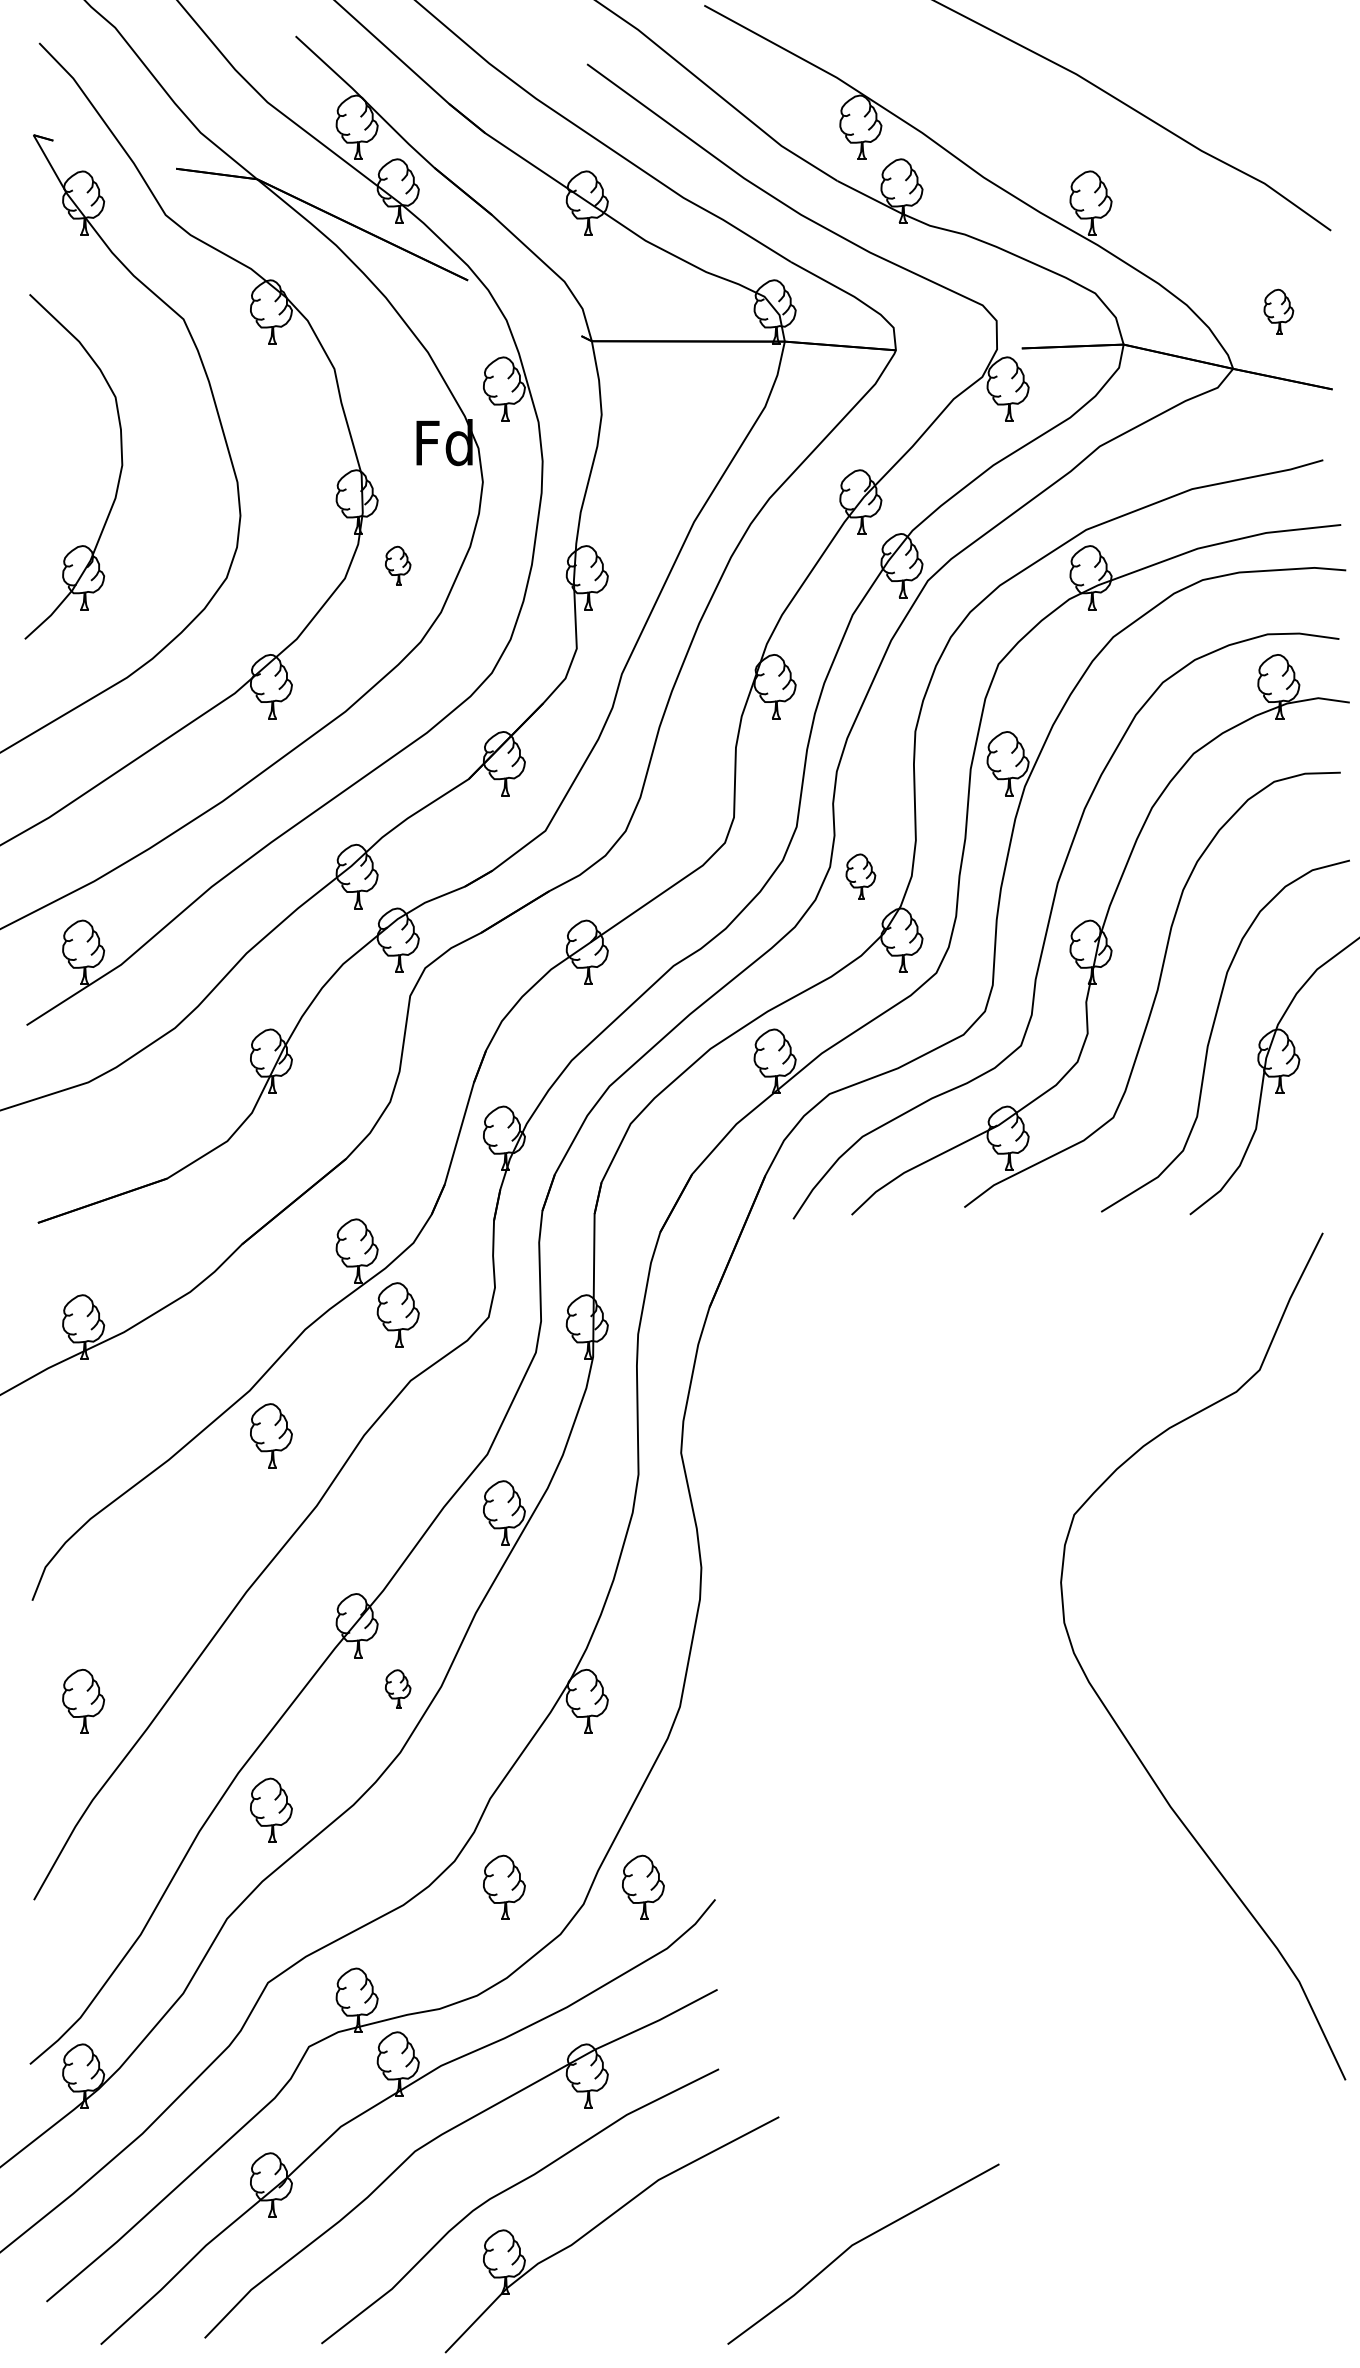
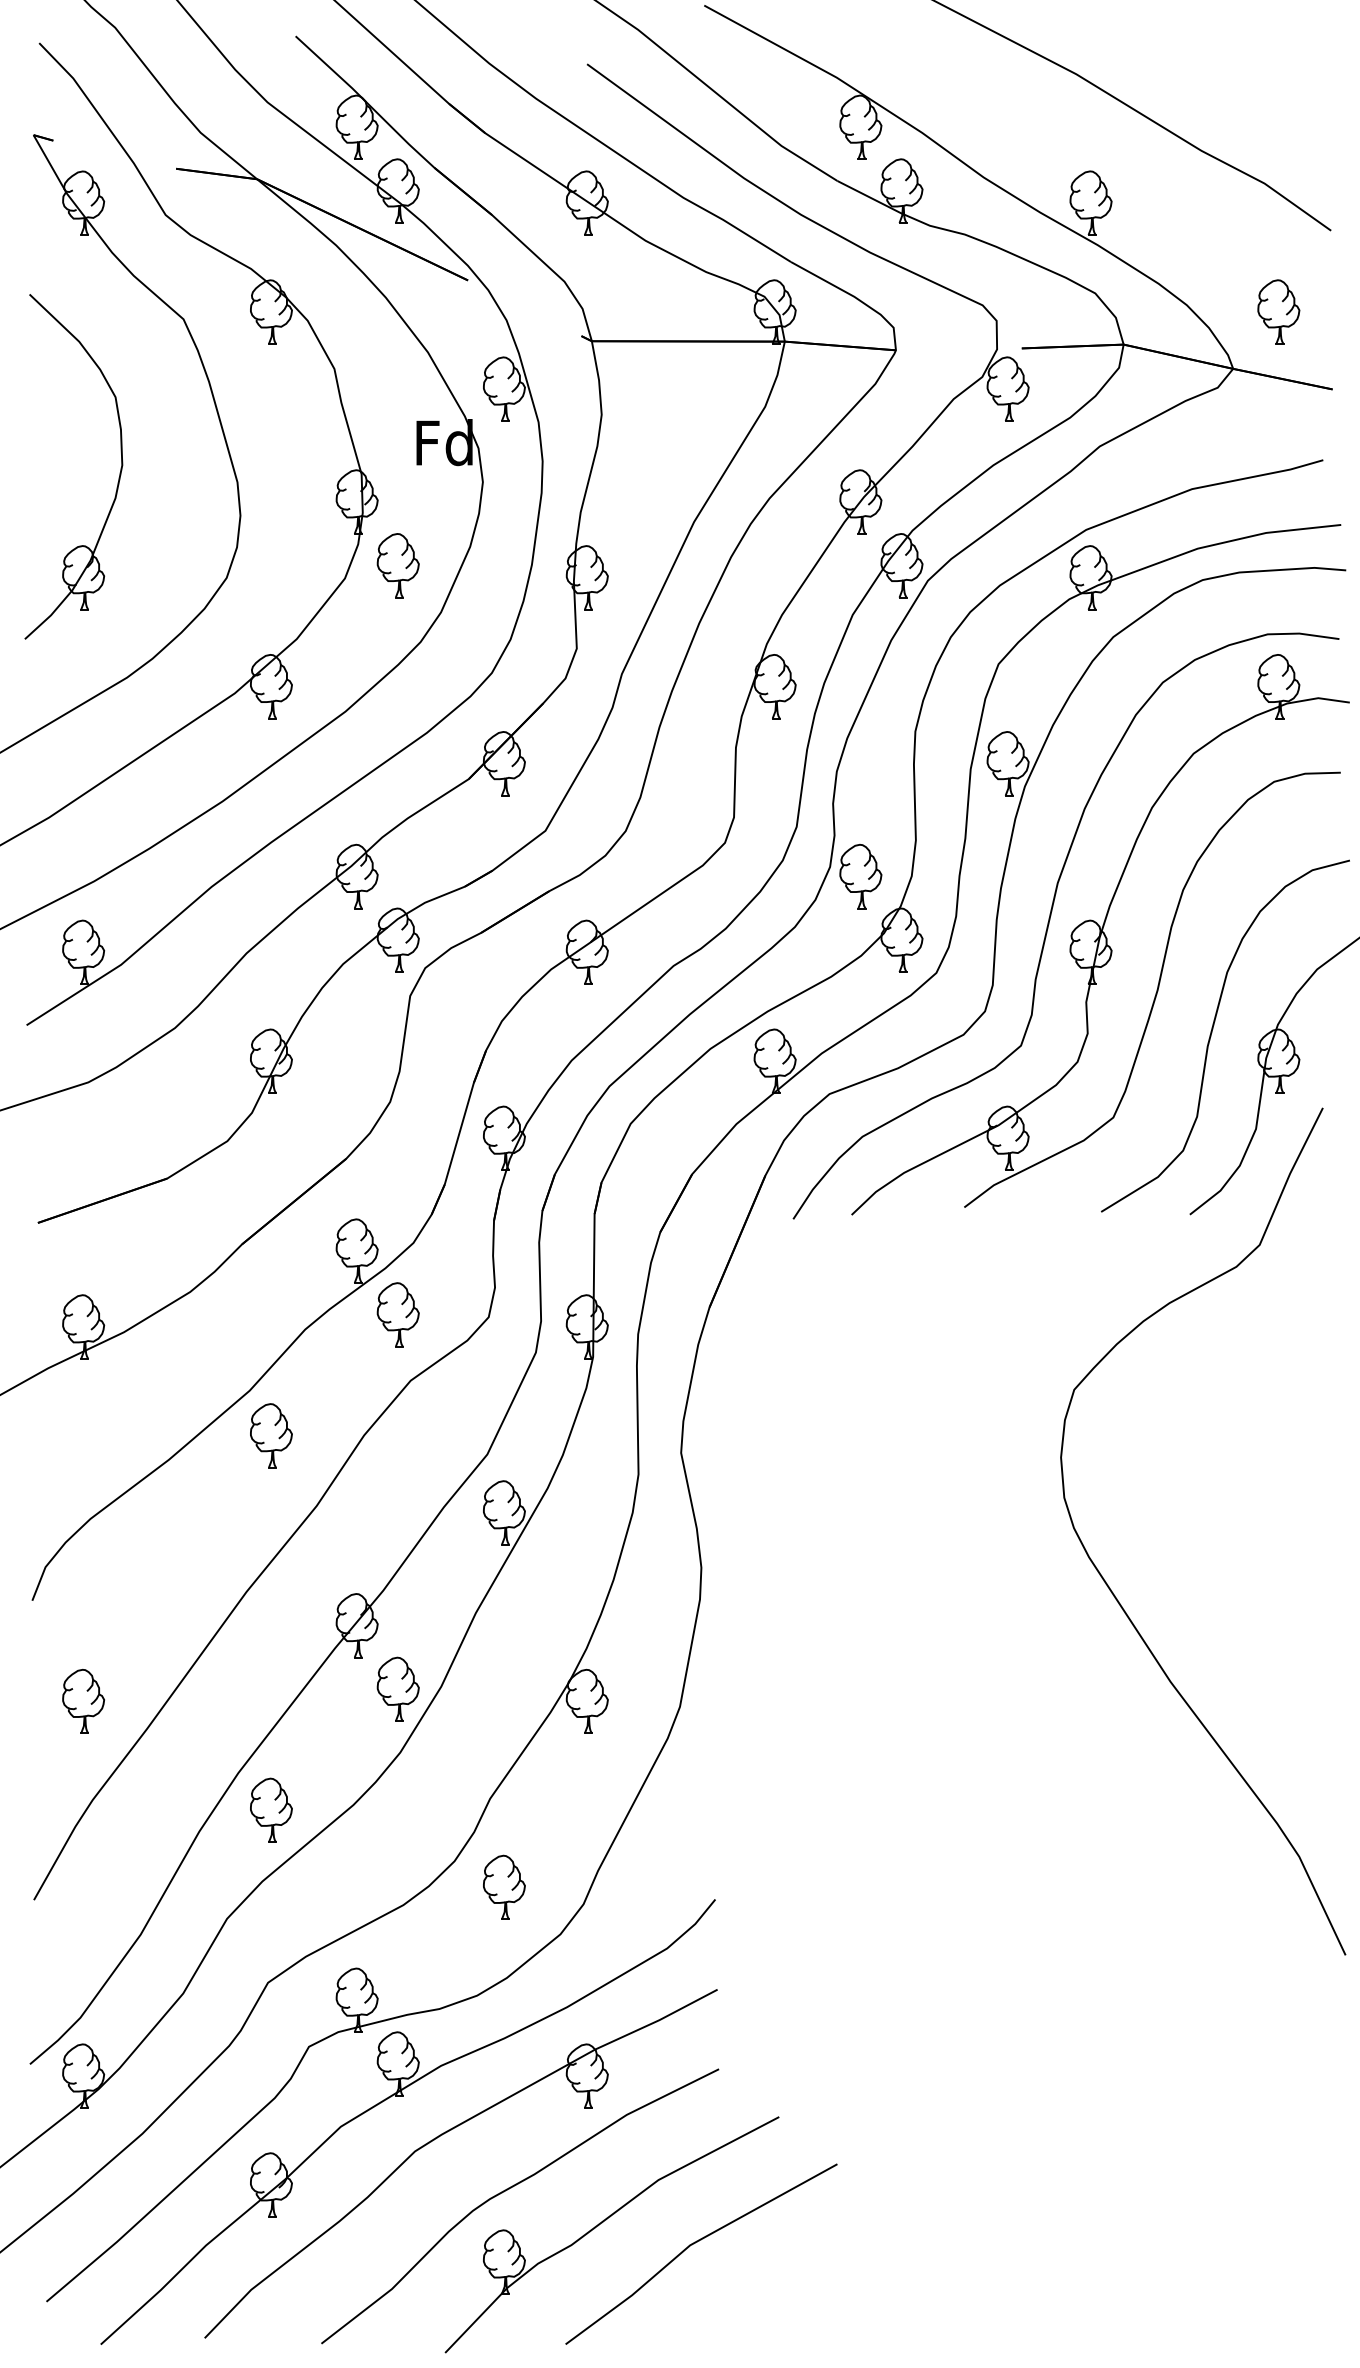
part at (1278, 311) size: 32x47 px -> 44x66 px
part at (398, 565) size: 27x41 px -> 44x66 px
part at (860, 876) size: 32x47 px -> 44x66 px
part at (398, 1688) size: 27x40 px -> 44x66 px
curve at (1113, 1717) position: (1113, 1717) -> (1113, 1592)
part at (643, 1886): present -> none
line at (857, 2243) position: (857, 2243) -> (695, 2243)
